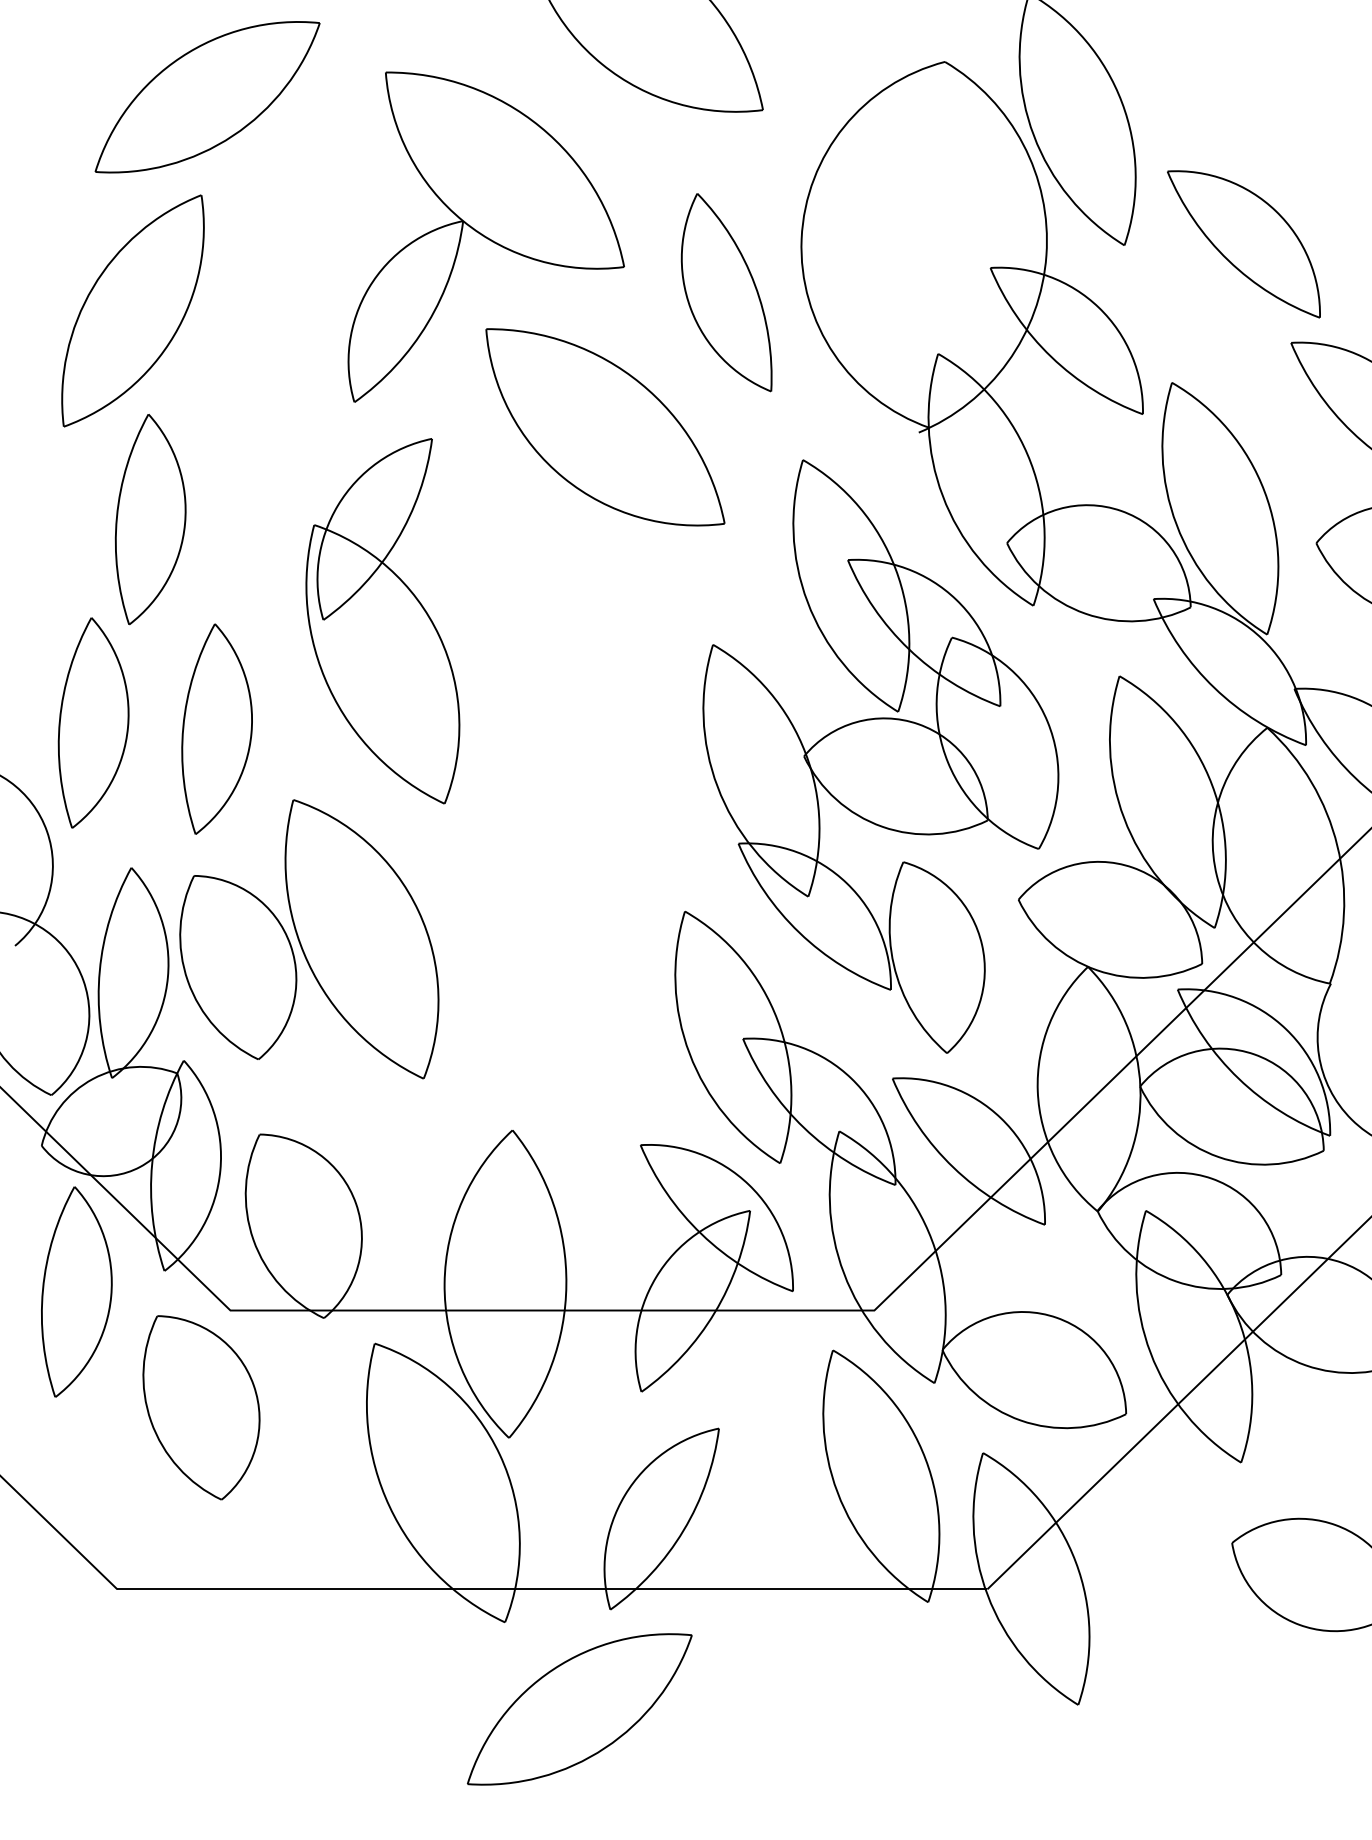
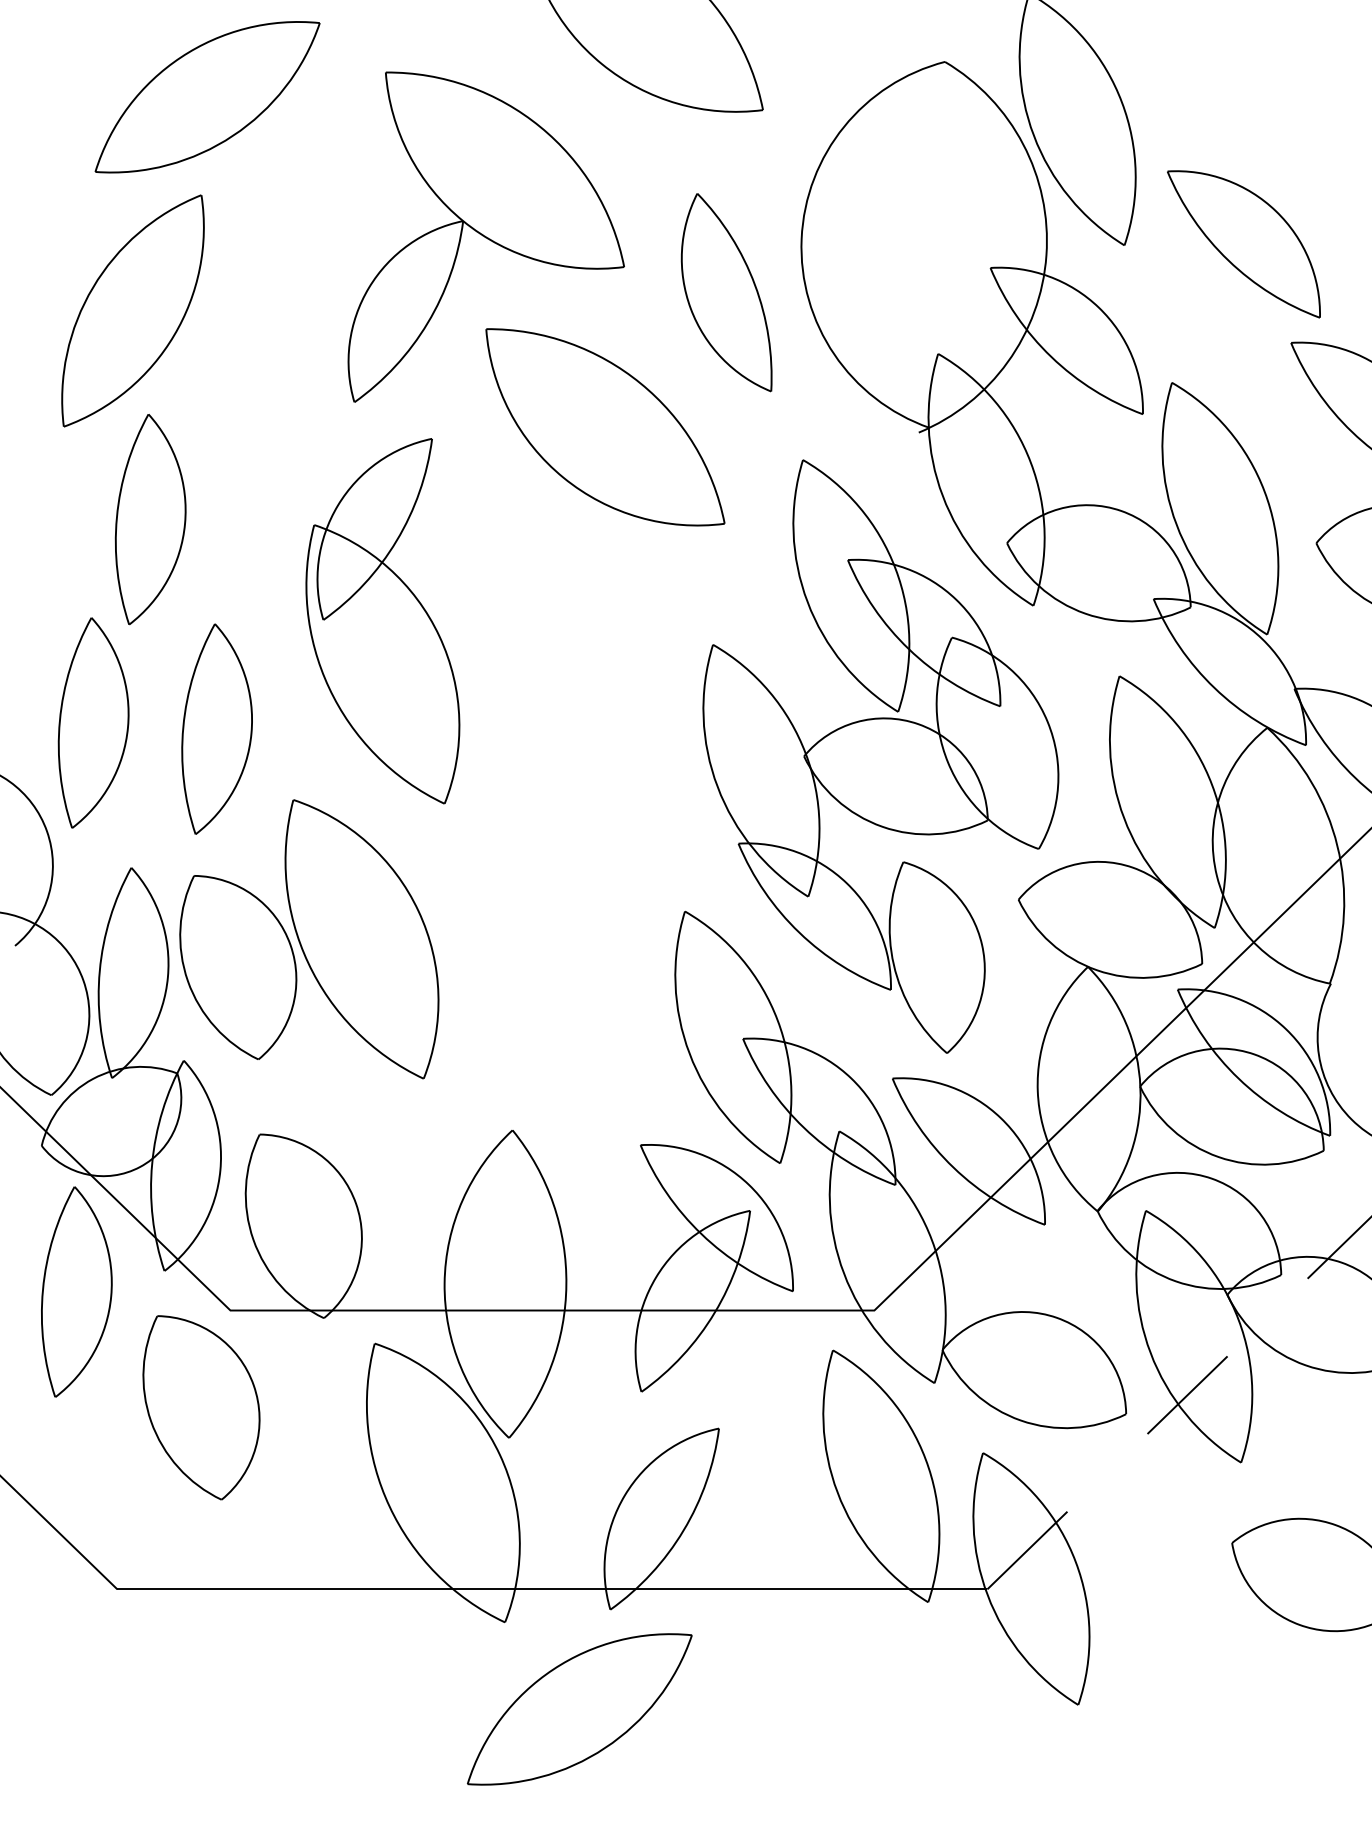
line at (1179, 1402): solid -> dashed
